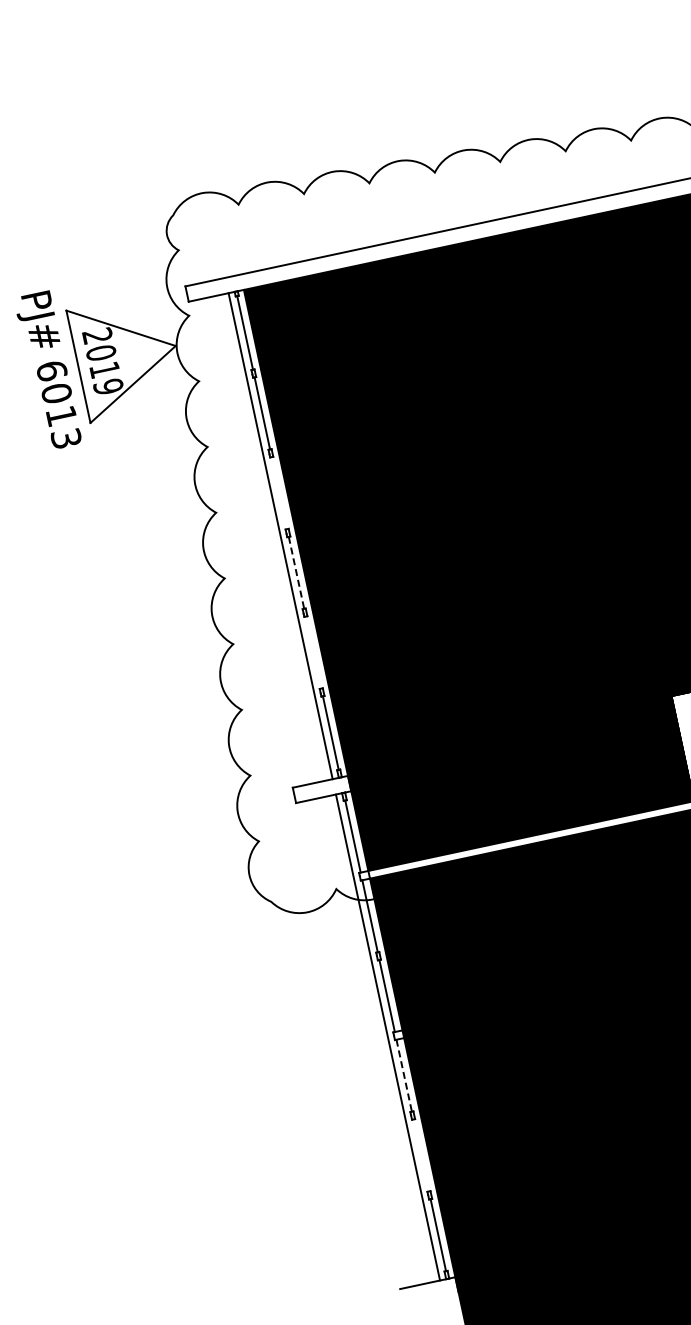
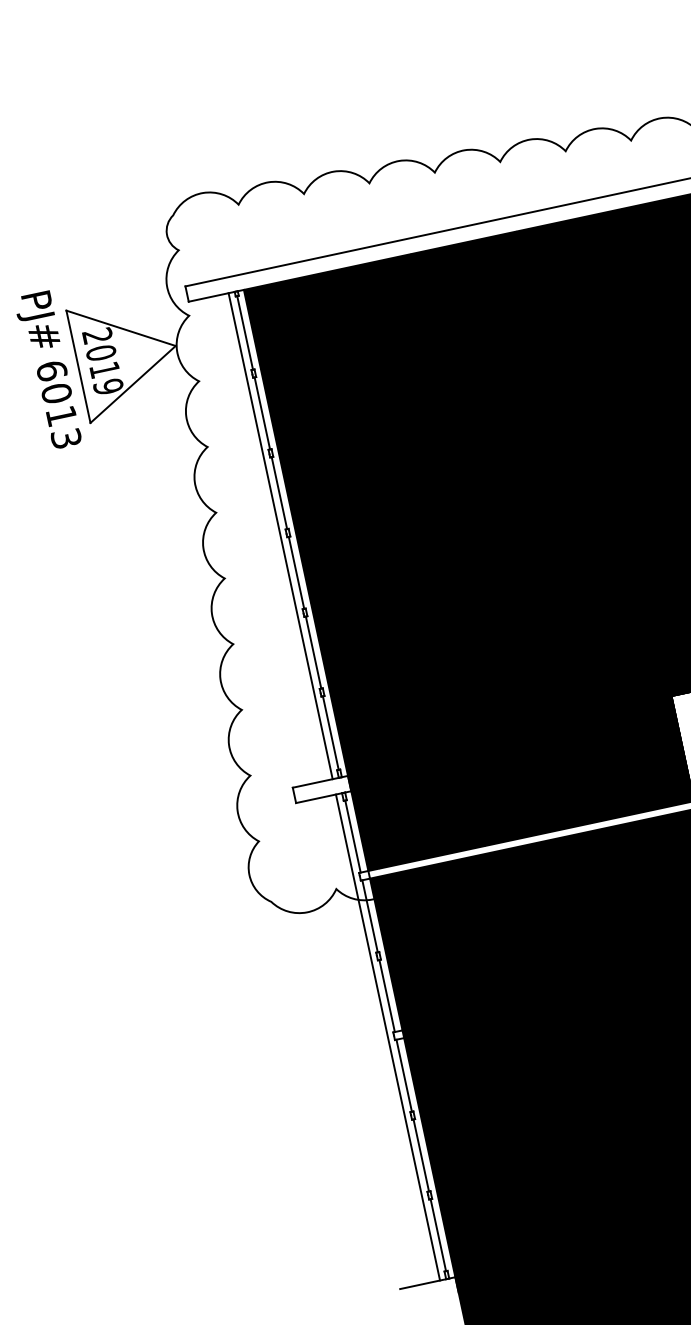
line at (279, 493): none -> present
line at (296, 572): dashed -> solid
line at (313, 652): none -> present
line at (404, 1075): dashed -> solid
line at (421, 1155): none -> present
